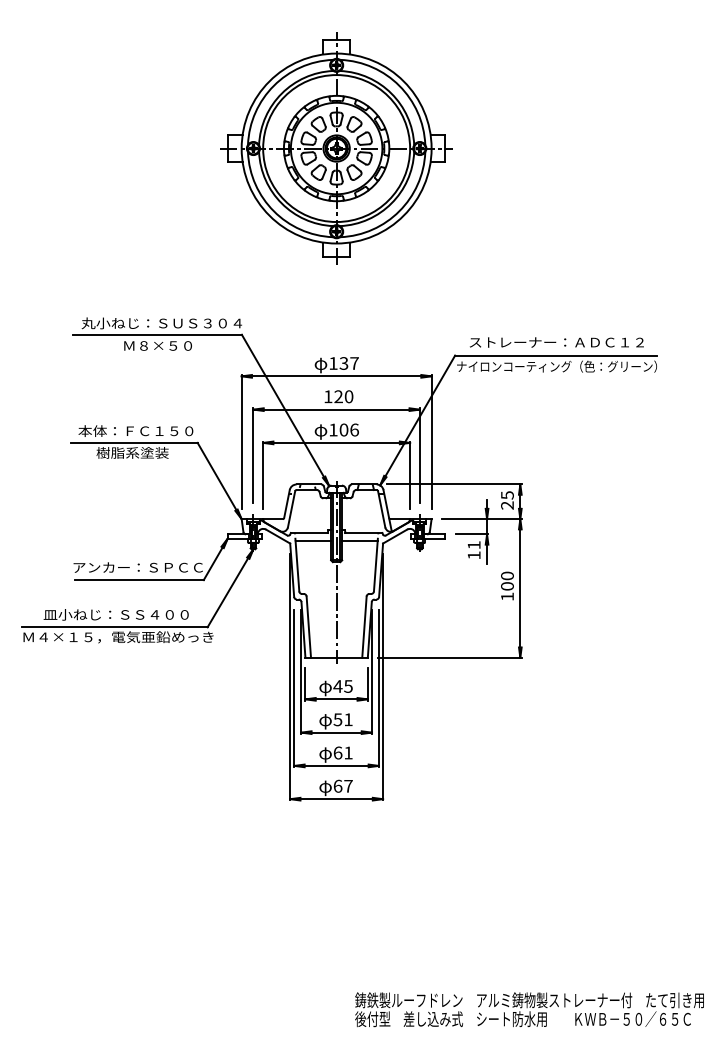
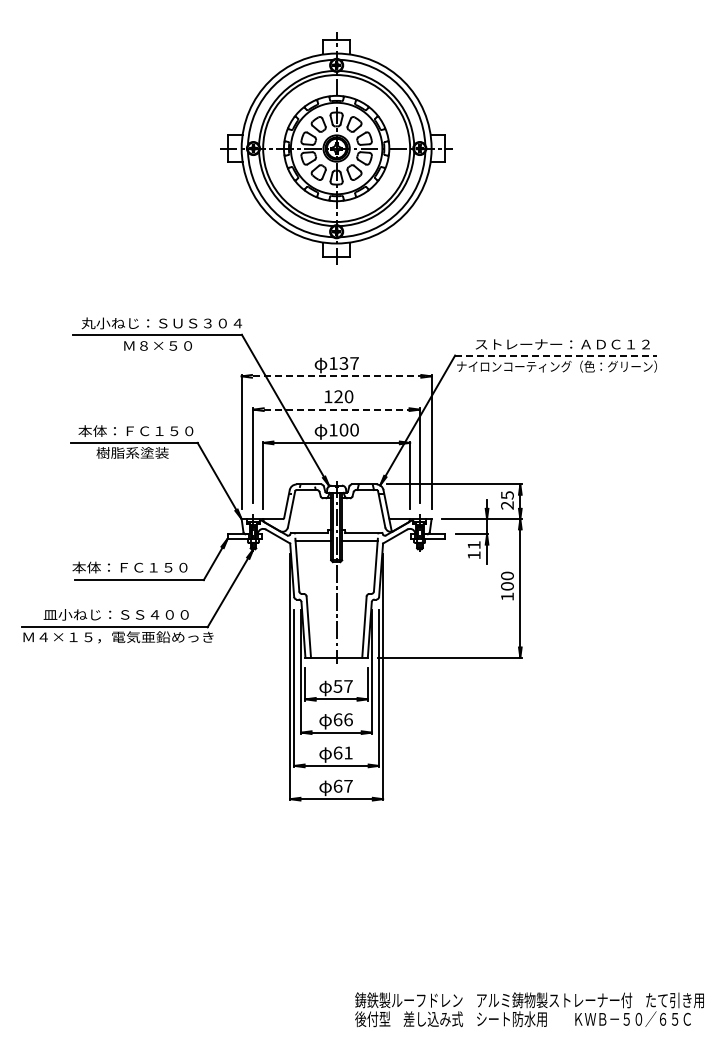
text at (556, 342) position: (556, 342) -> (562, 344)
line at (556, 355): solid -> dashed
line at (336, 376): solid -> dashed
line at (337, 409): solid -> dashed
text at (354, 429): 106 -> 100
text at (137, 567): アンカー：ＳＰＣＣ -> 本体：ＦＣ１５０
text at (342, 686): 45 -> 57
text at (342, 719): 51 -> 66
